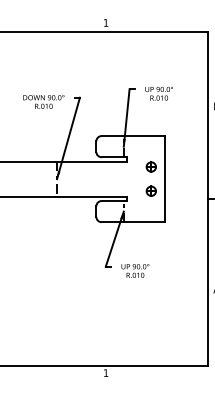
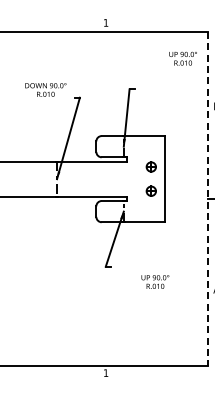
text at (158, 93) position: (158, 93) -> (182, 58)
text at (43, 101) position: (43, 101) -> (45, 89)
line at (208, 199): solid -> dashed
text at (135, 270) position: (135, 270) -> (155, 281)
